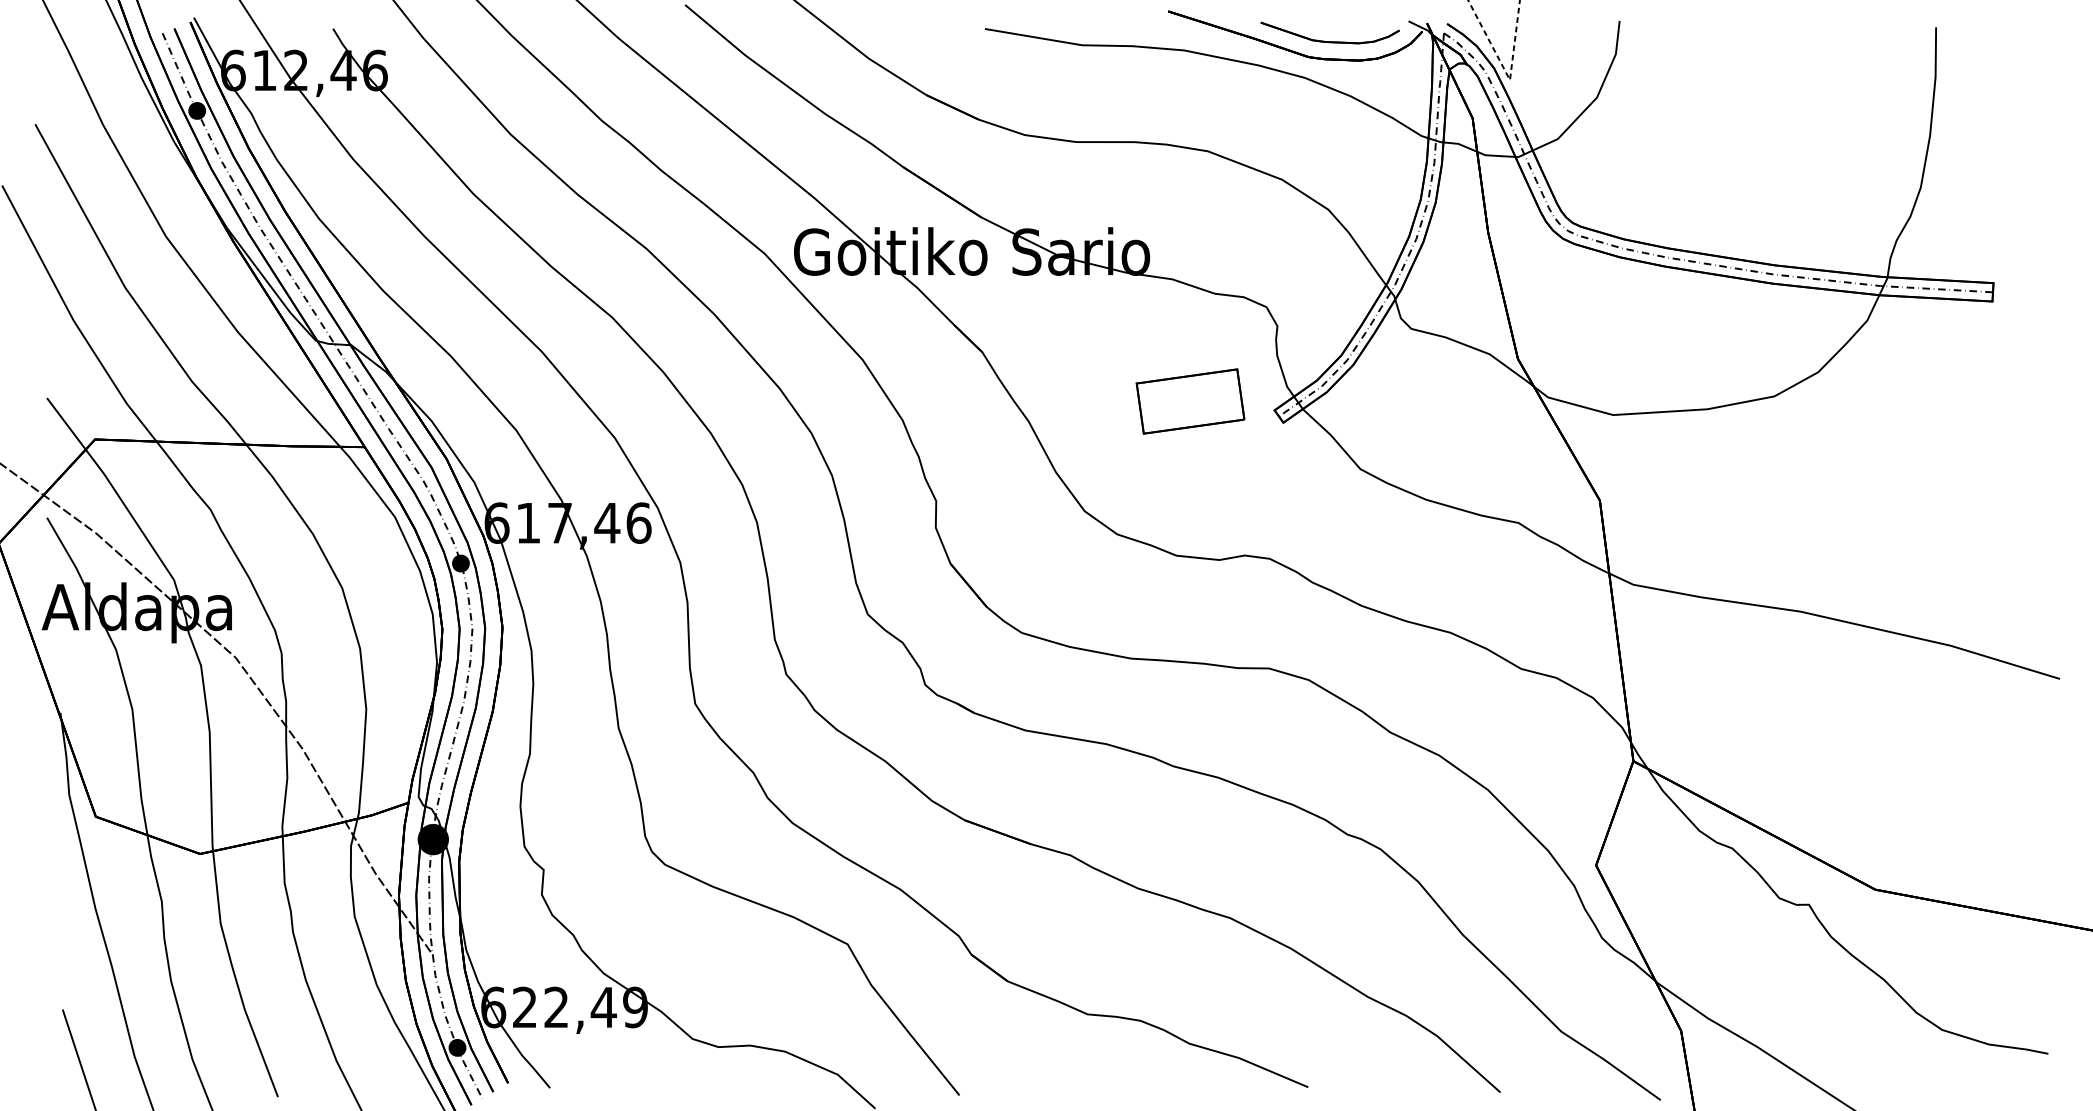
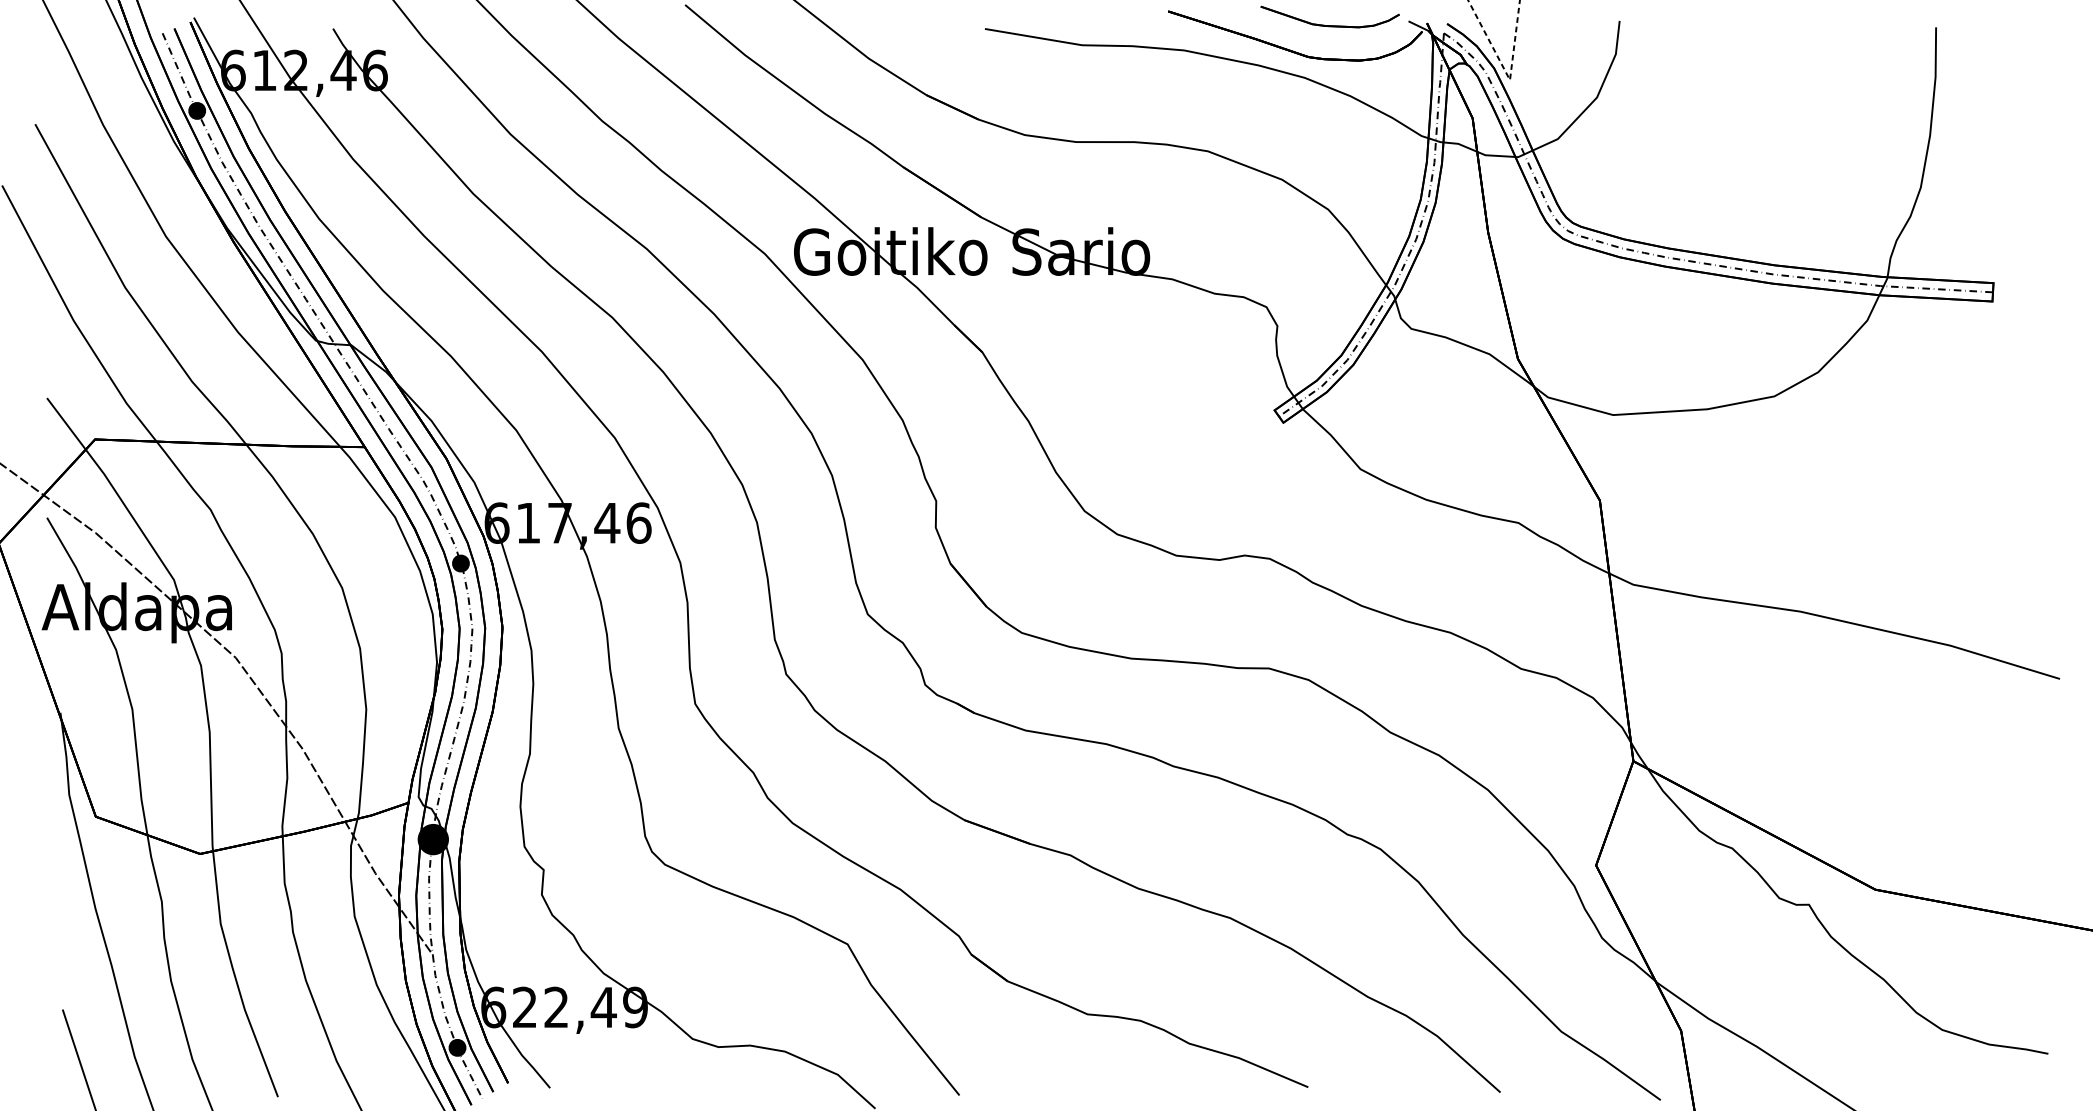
part at (1329, 41) position: (1329, 41) -> (1329, 25)
part at (1190, 401): present -> none
